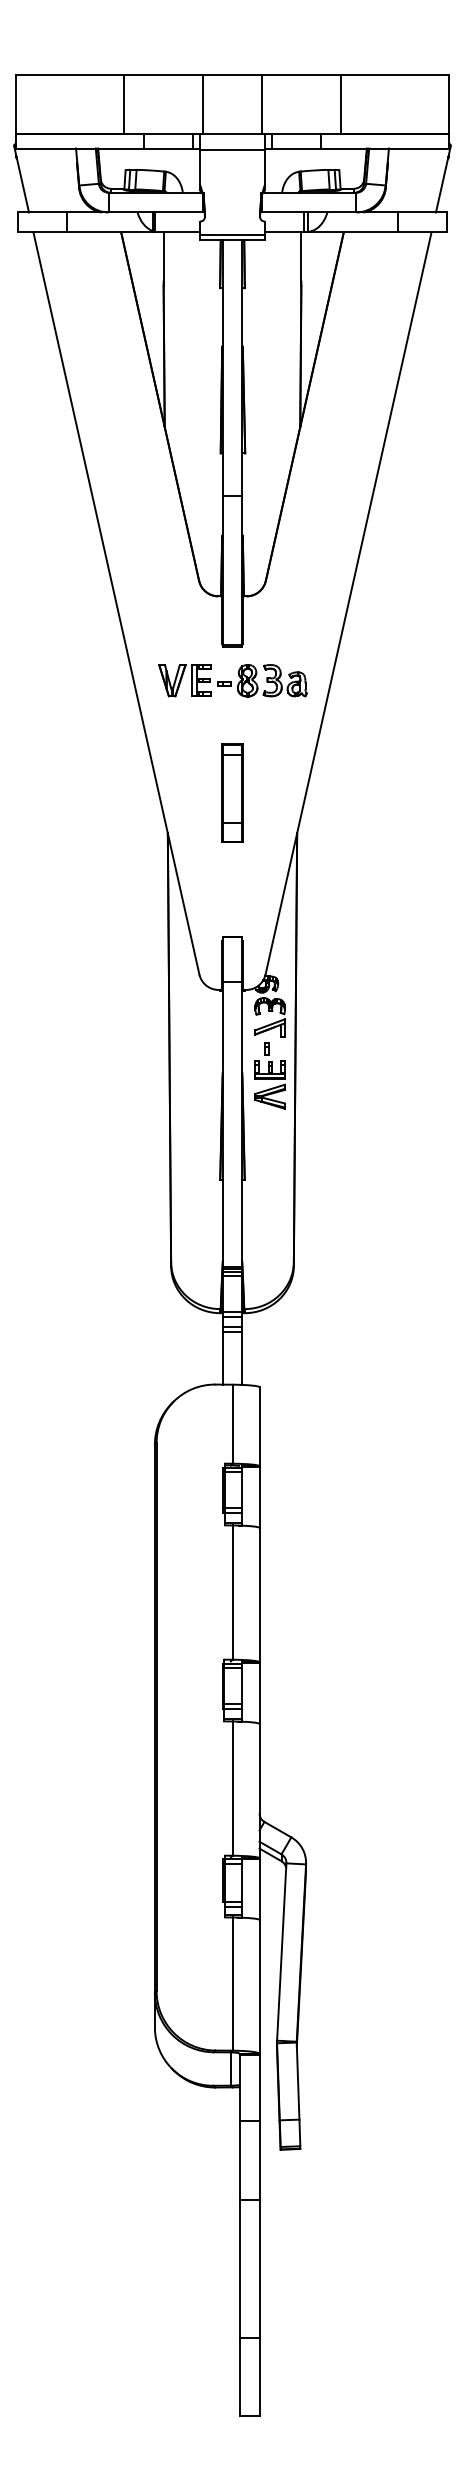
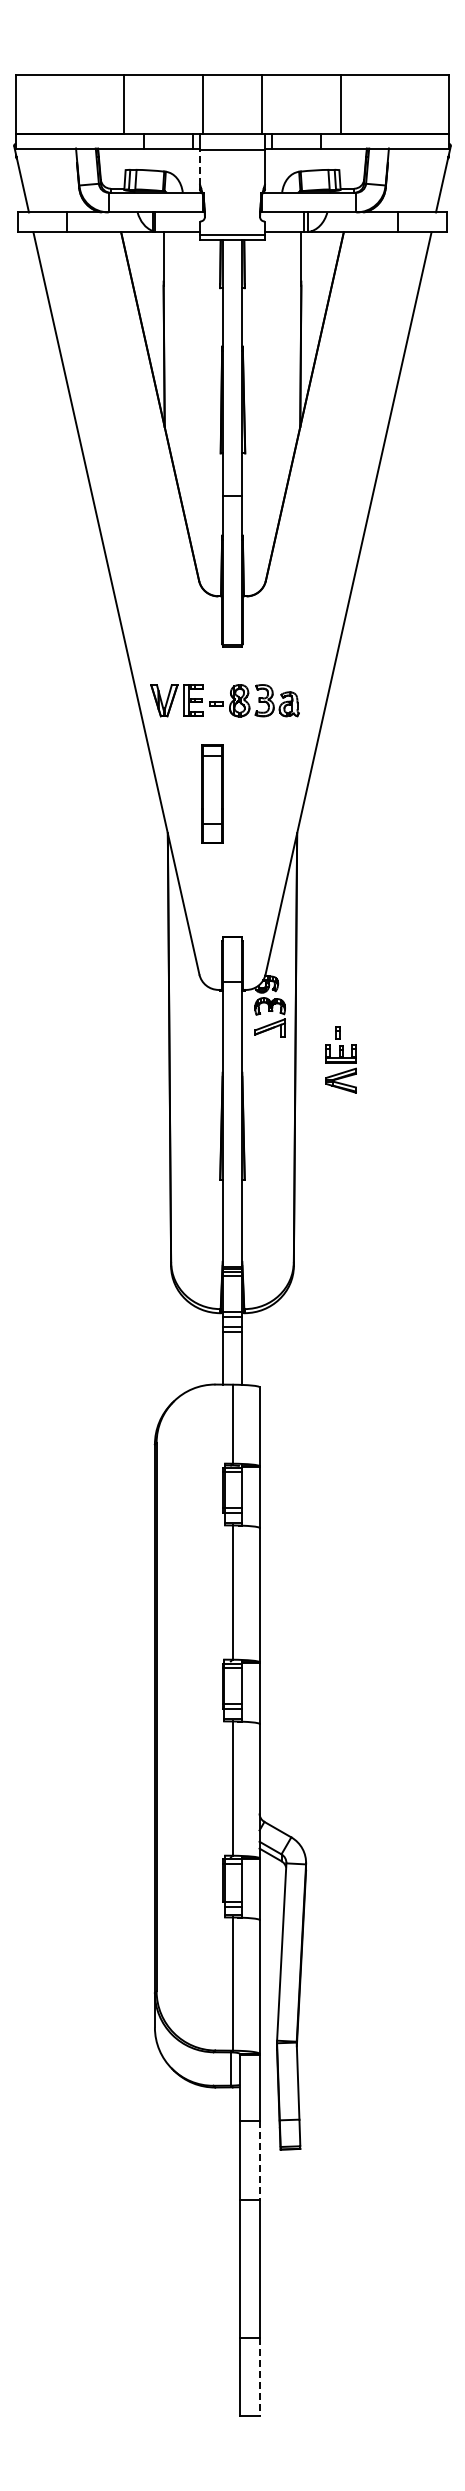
line at (200, 166): solid -> dashed
part at (232, 680) position: (232, 680) -> (224, 700)
part at (232, 792) position: (232, 792) -> (212, 793)
part at (269, 1075) position: (269, 1075) -> (340, 1059)
line at (259, 2160): solid -> dashed
line at (259, 2377): solid -> dashed
